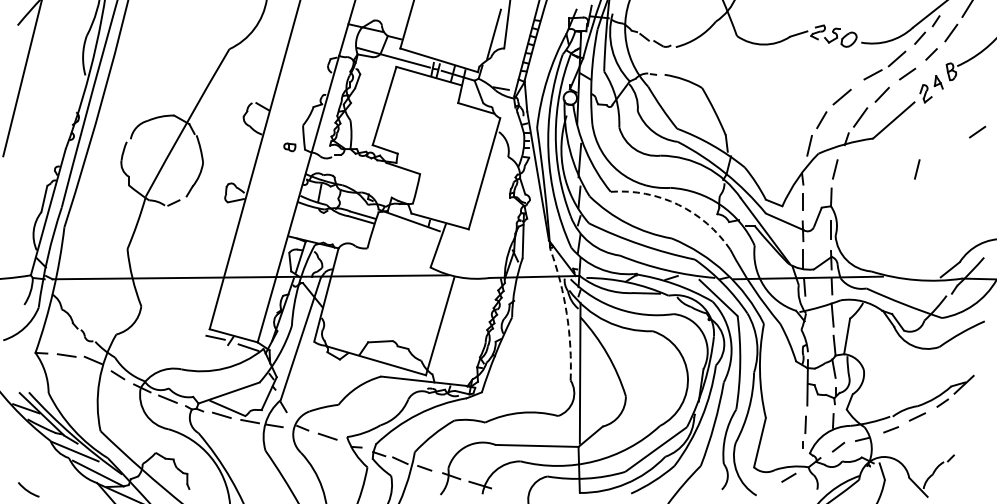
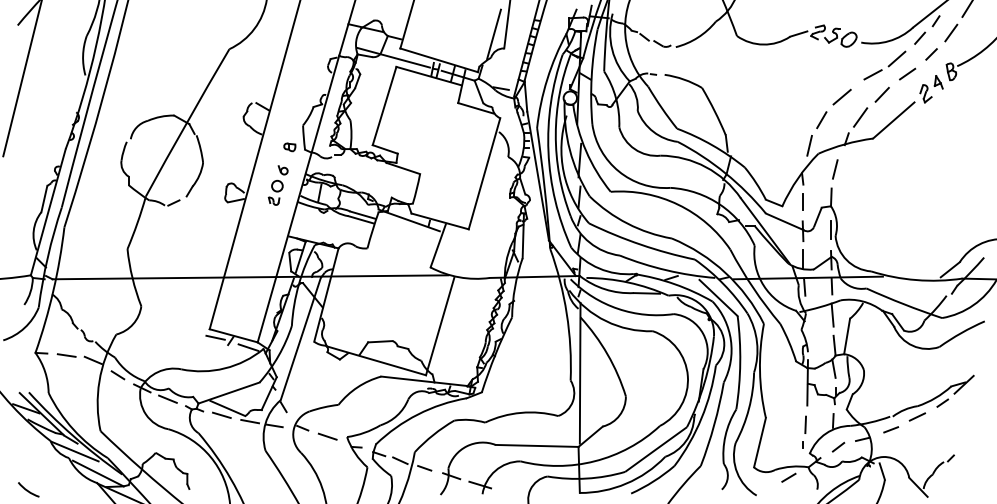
line at (977, 131): present -> none
line at (917, 169): present -> none
part at (277, 185): none -> present
arc at (678, 204): dashed -> solid
arc at (566, 313): dashed -> solid
